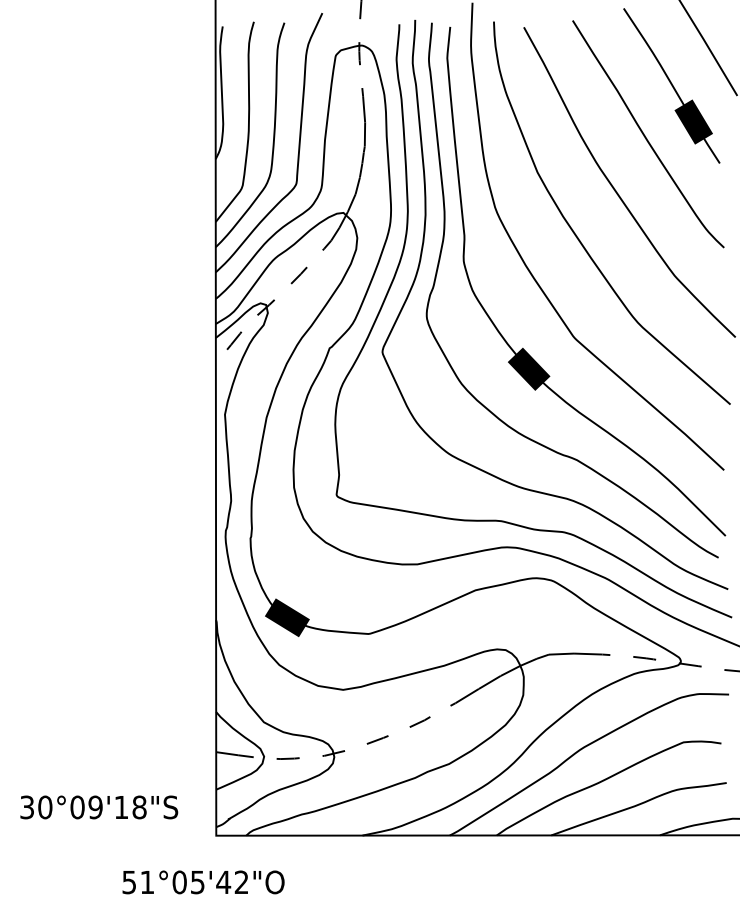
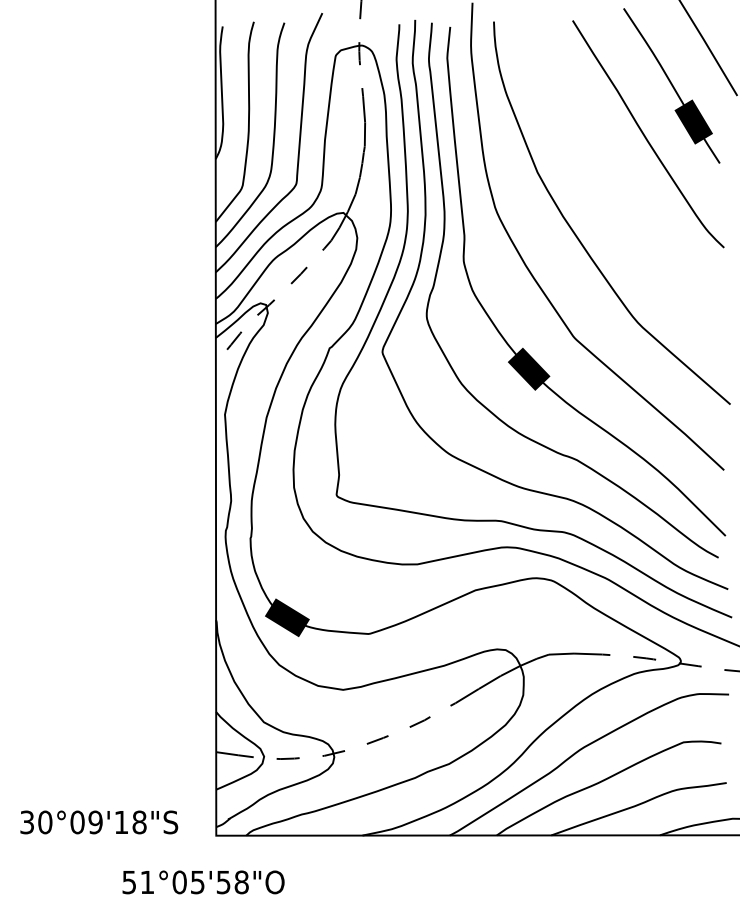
curve at (616, 190): present -> none
text at (99, 807) position: (99, 807) -> (99, 822)
text at (232, 882): 51°05'42"O -> 51°05'58"O
